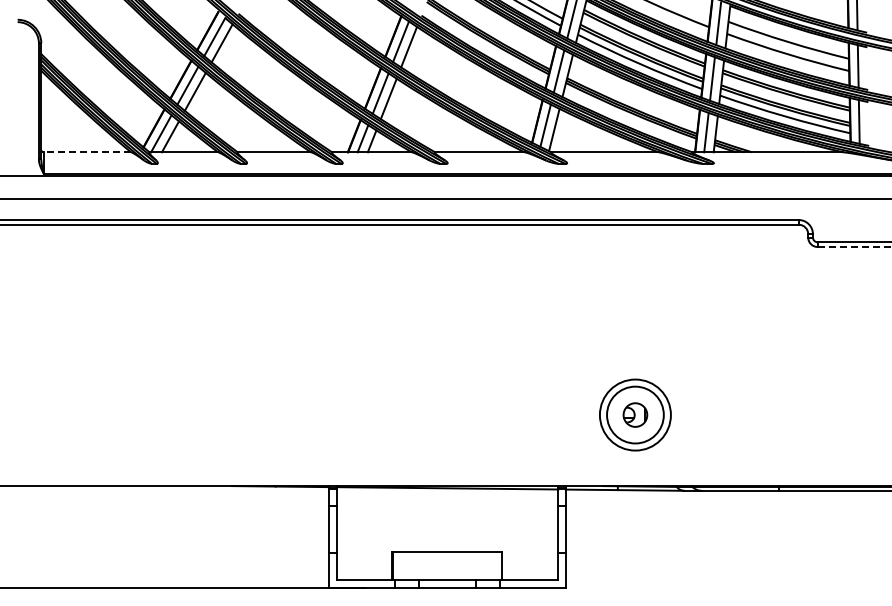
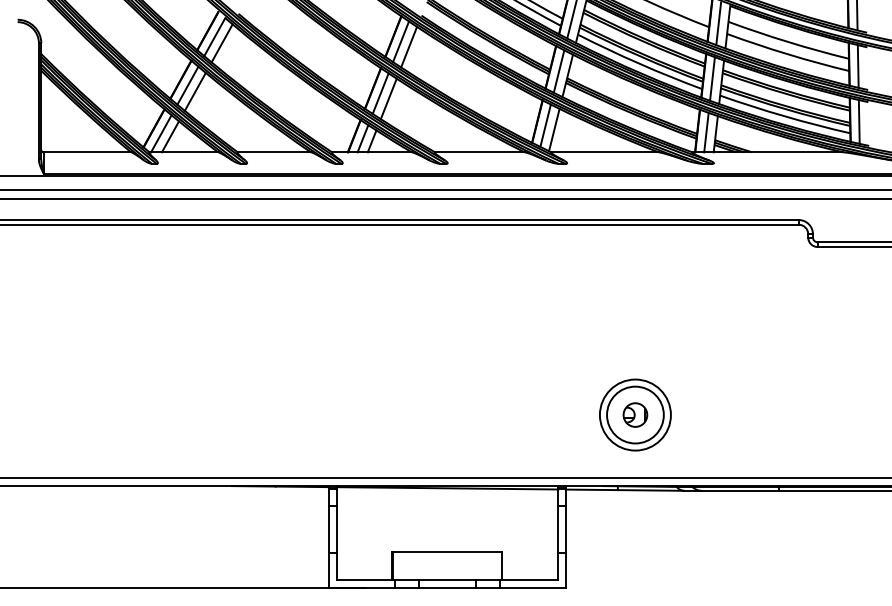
line at (87, 152): dashed -> solid
line at (445, 190): none -> present
line at (854, 247): dashed -> solid
line at (445, 477): none -> present
